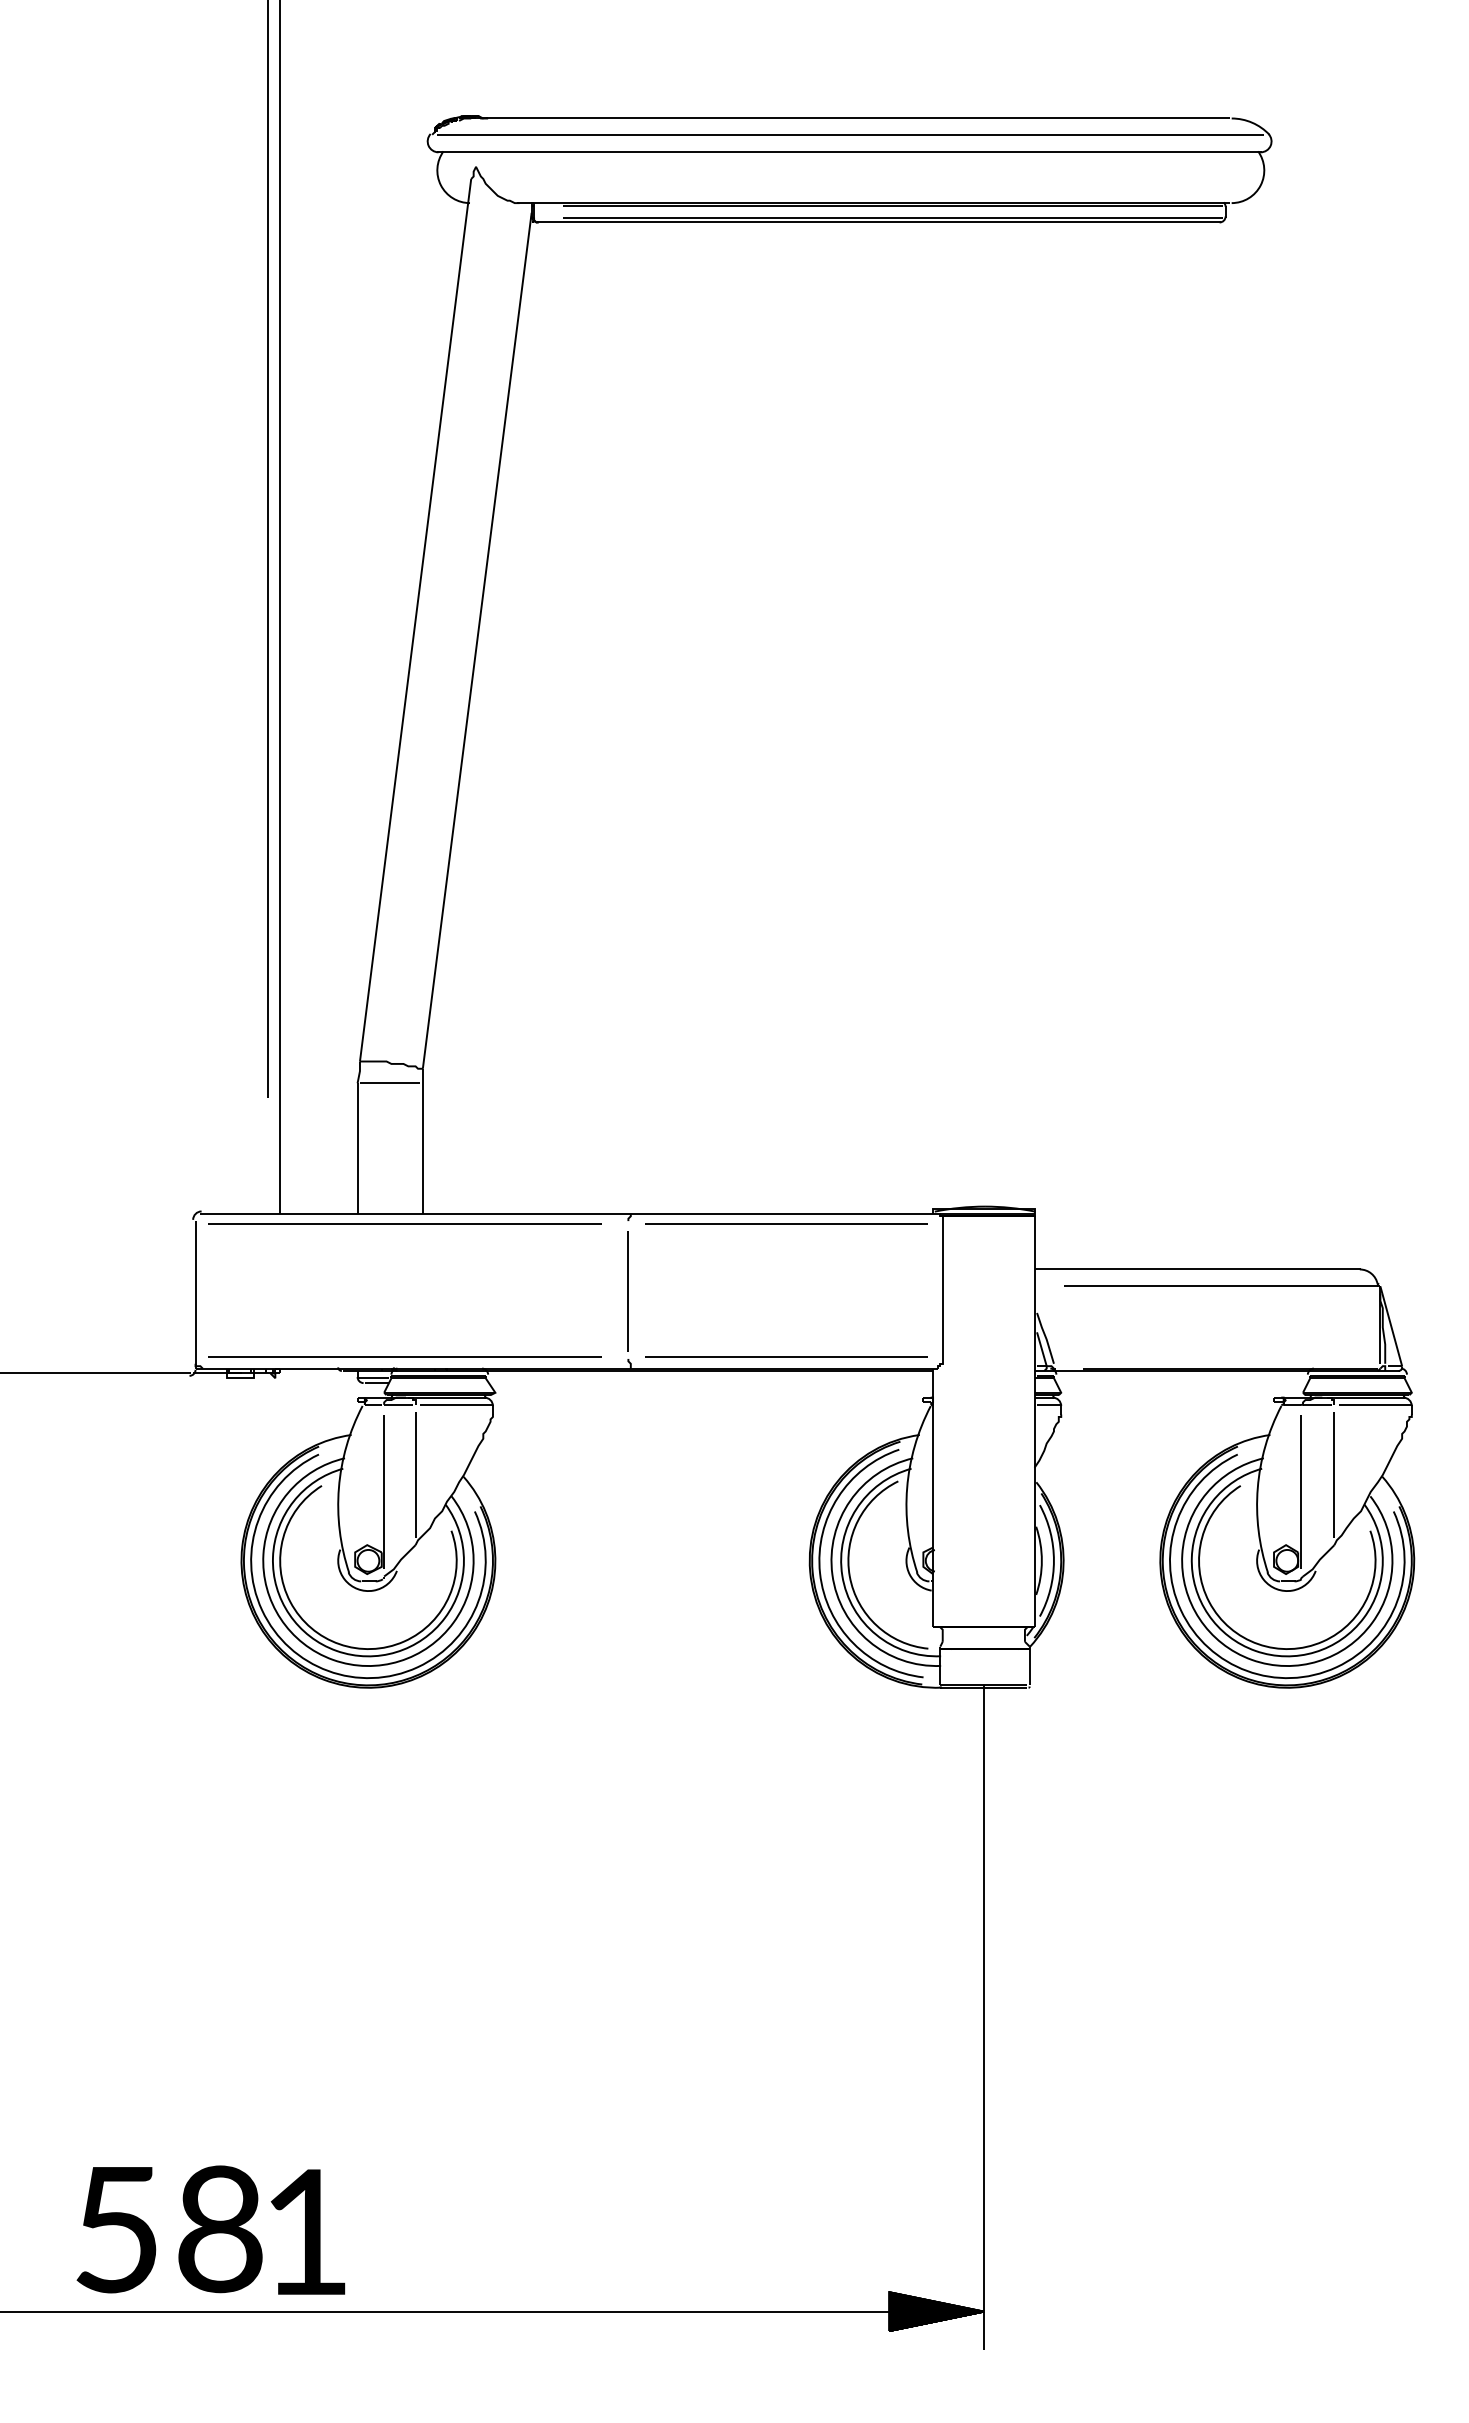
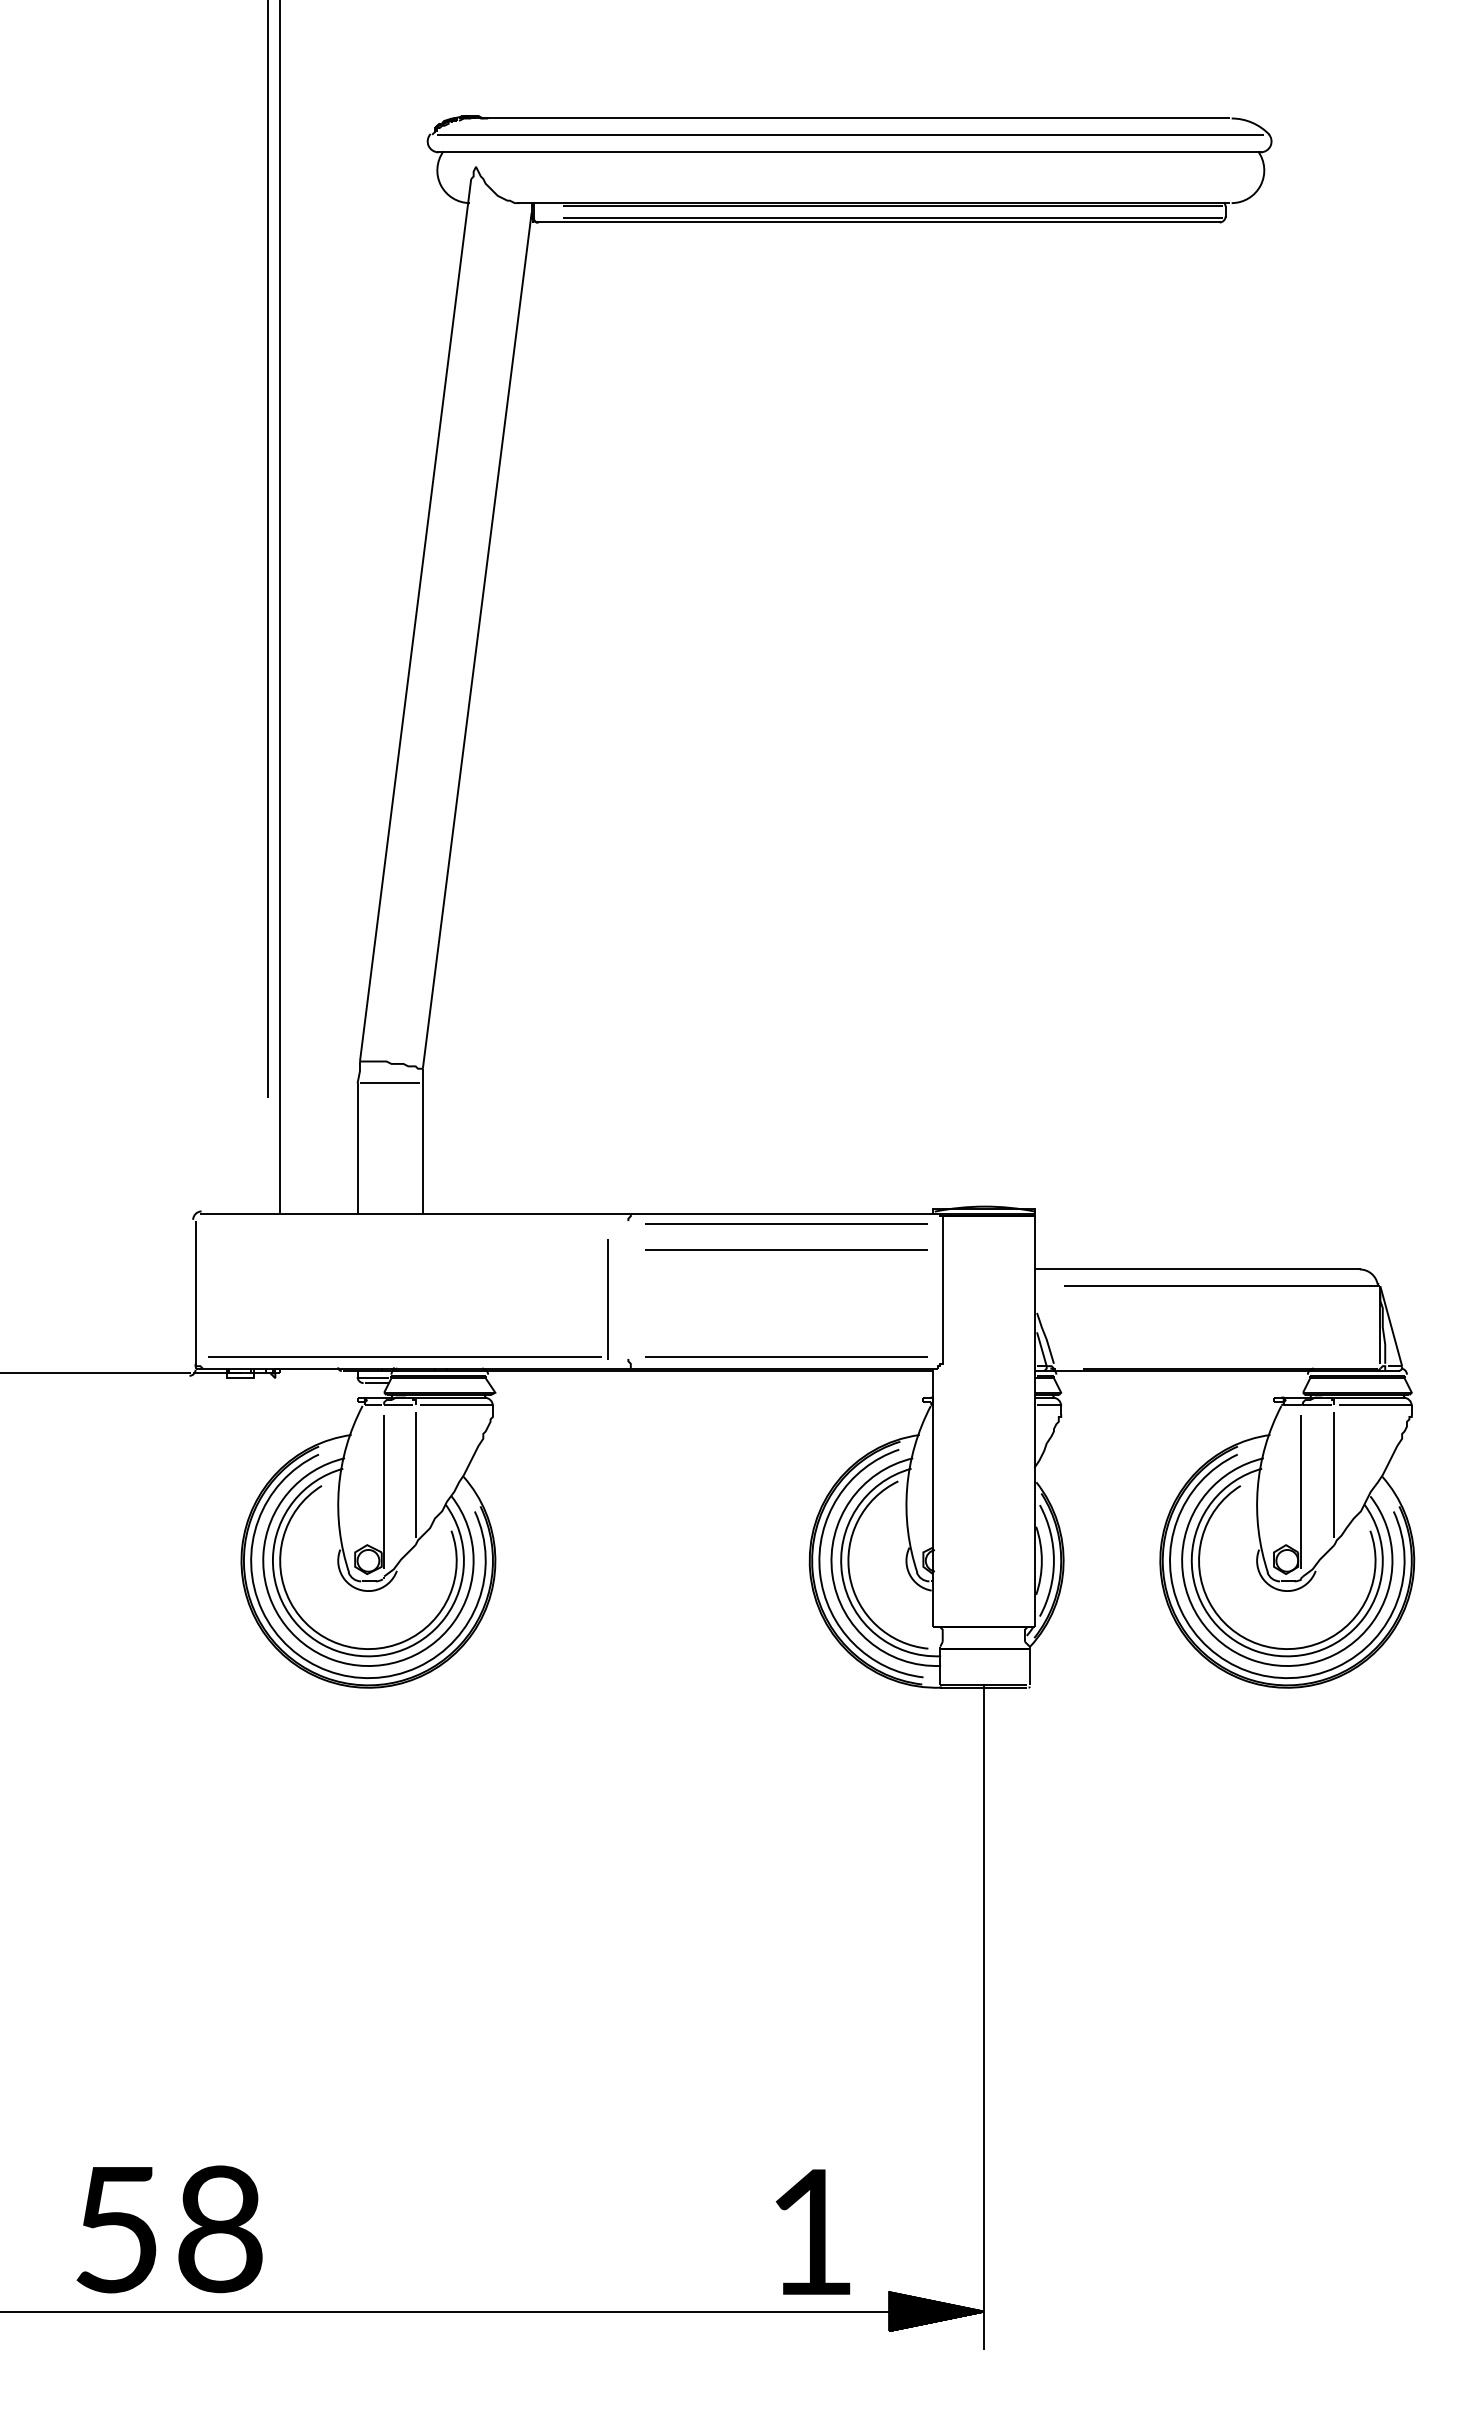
line at (404, 1223): present -> none
line at (786, 1249): none -> present
line at (627, 1291) position: (627, 1291) -> (607, 1299)
text at (307, 2231) position: (307, 2231) -> (812, 2231)
